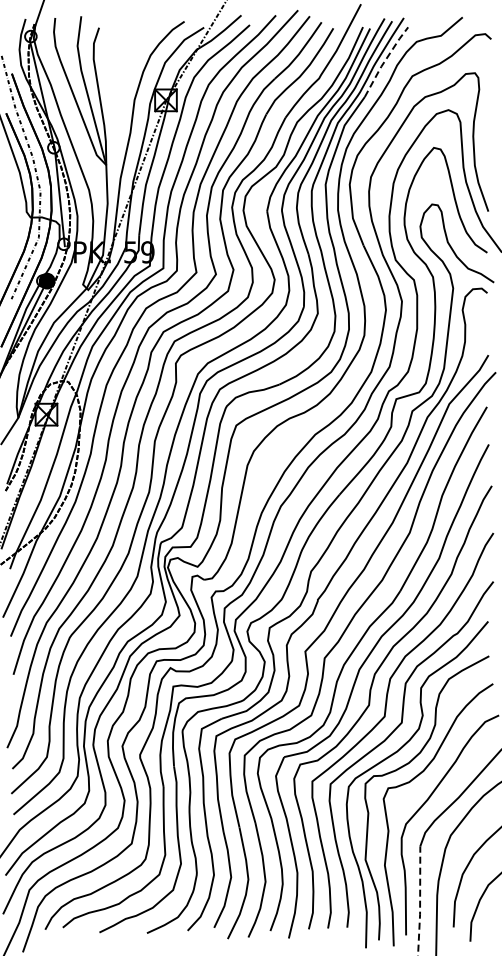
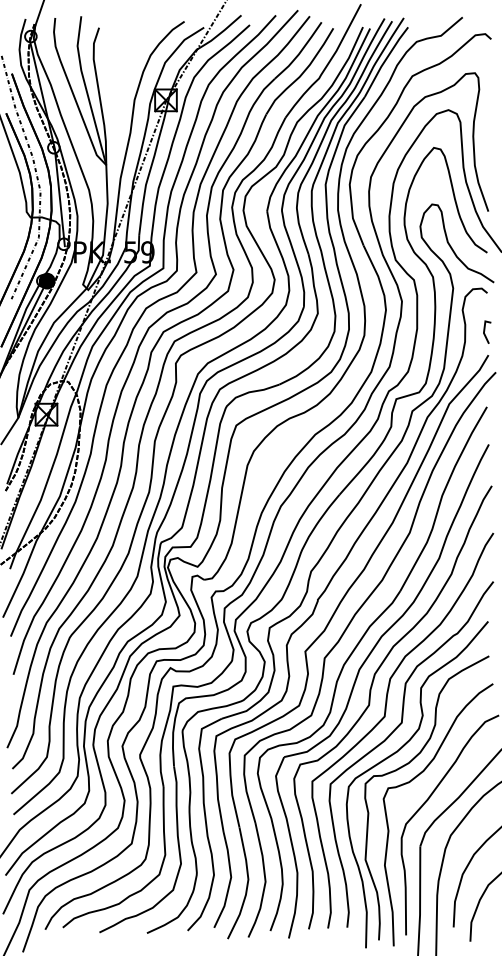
line at (385, 61): dashed -> solid
line at (485, 330): none -> present
line at (420, 900): dashed -> solid
